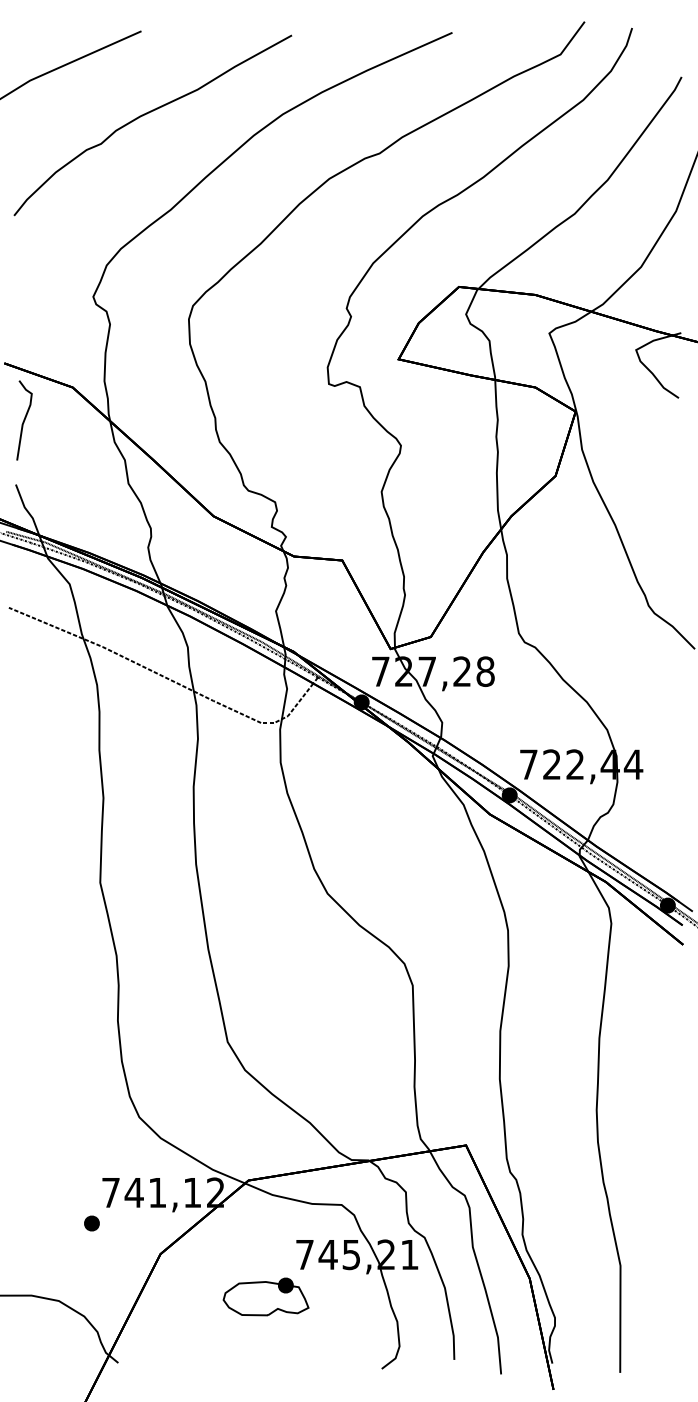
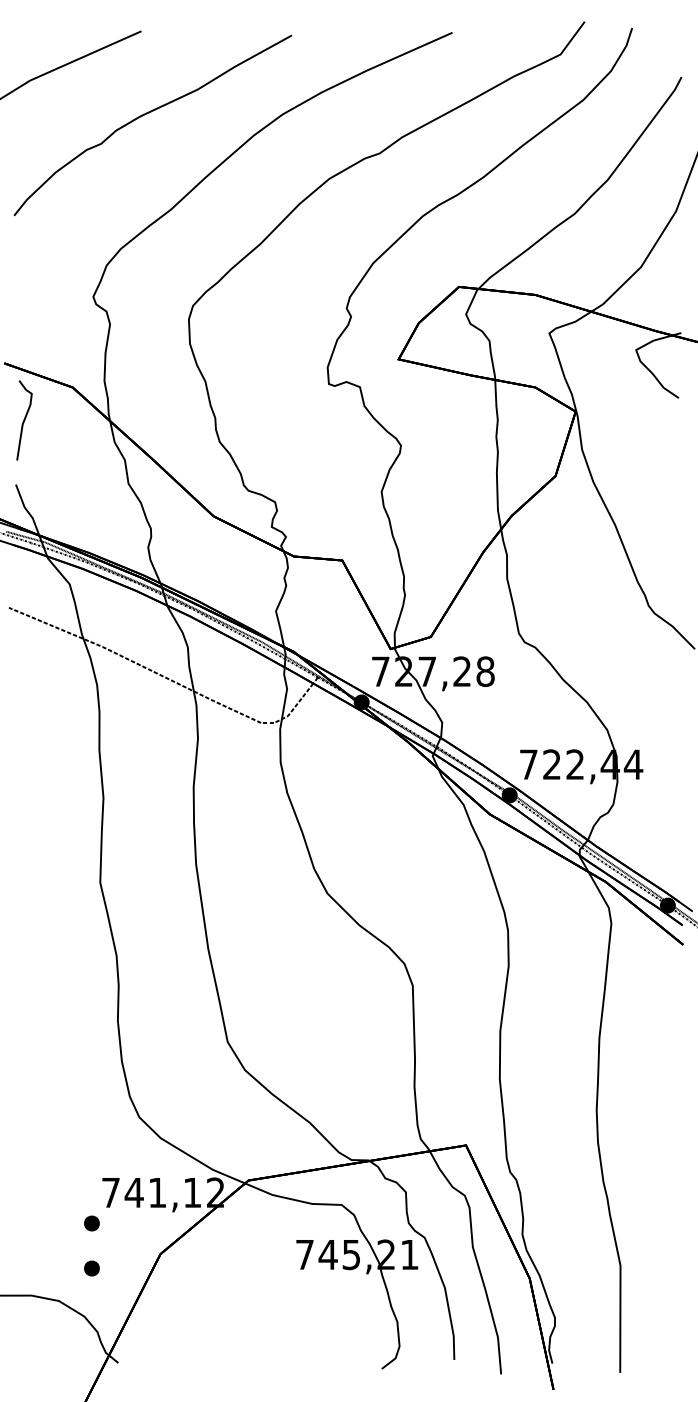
part at (91, 1268): none -> present
part at (265, 1296): present -> none
